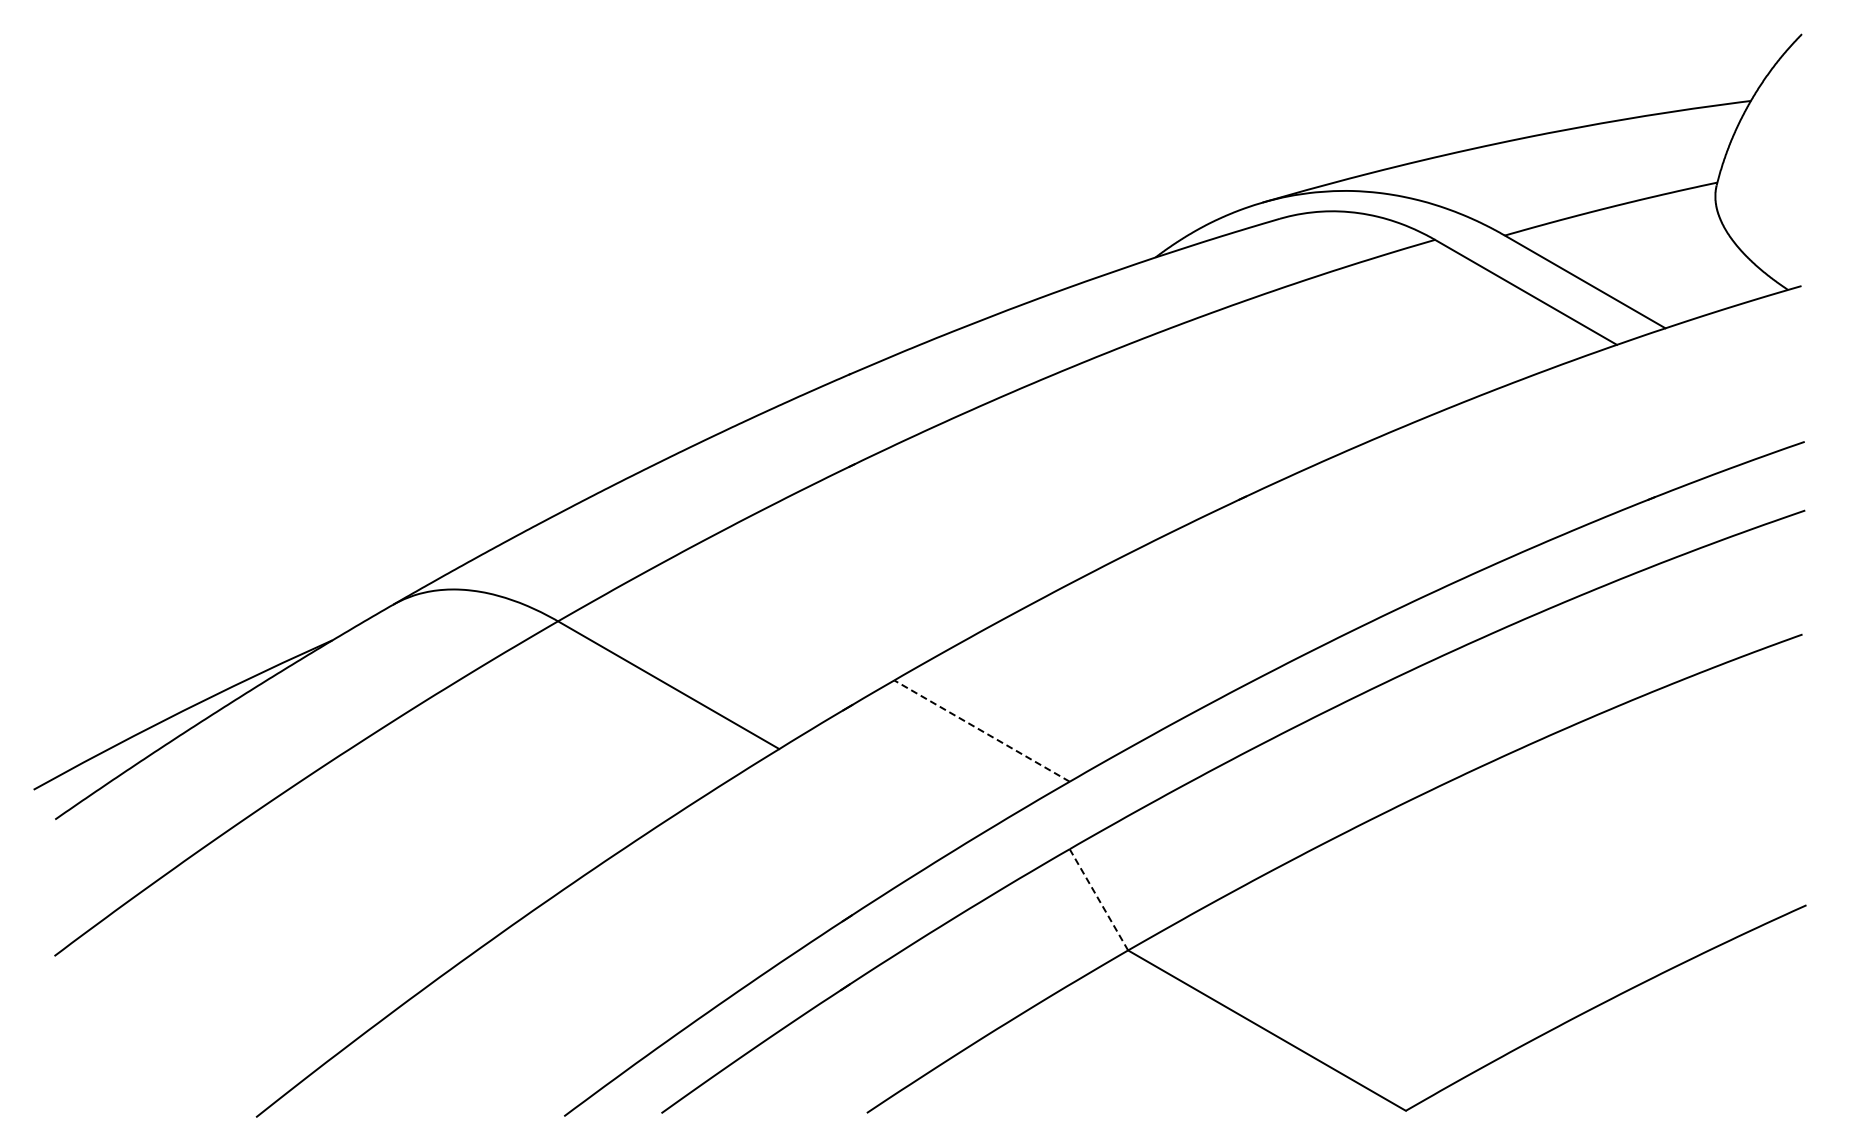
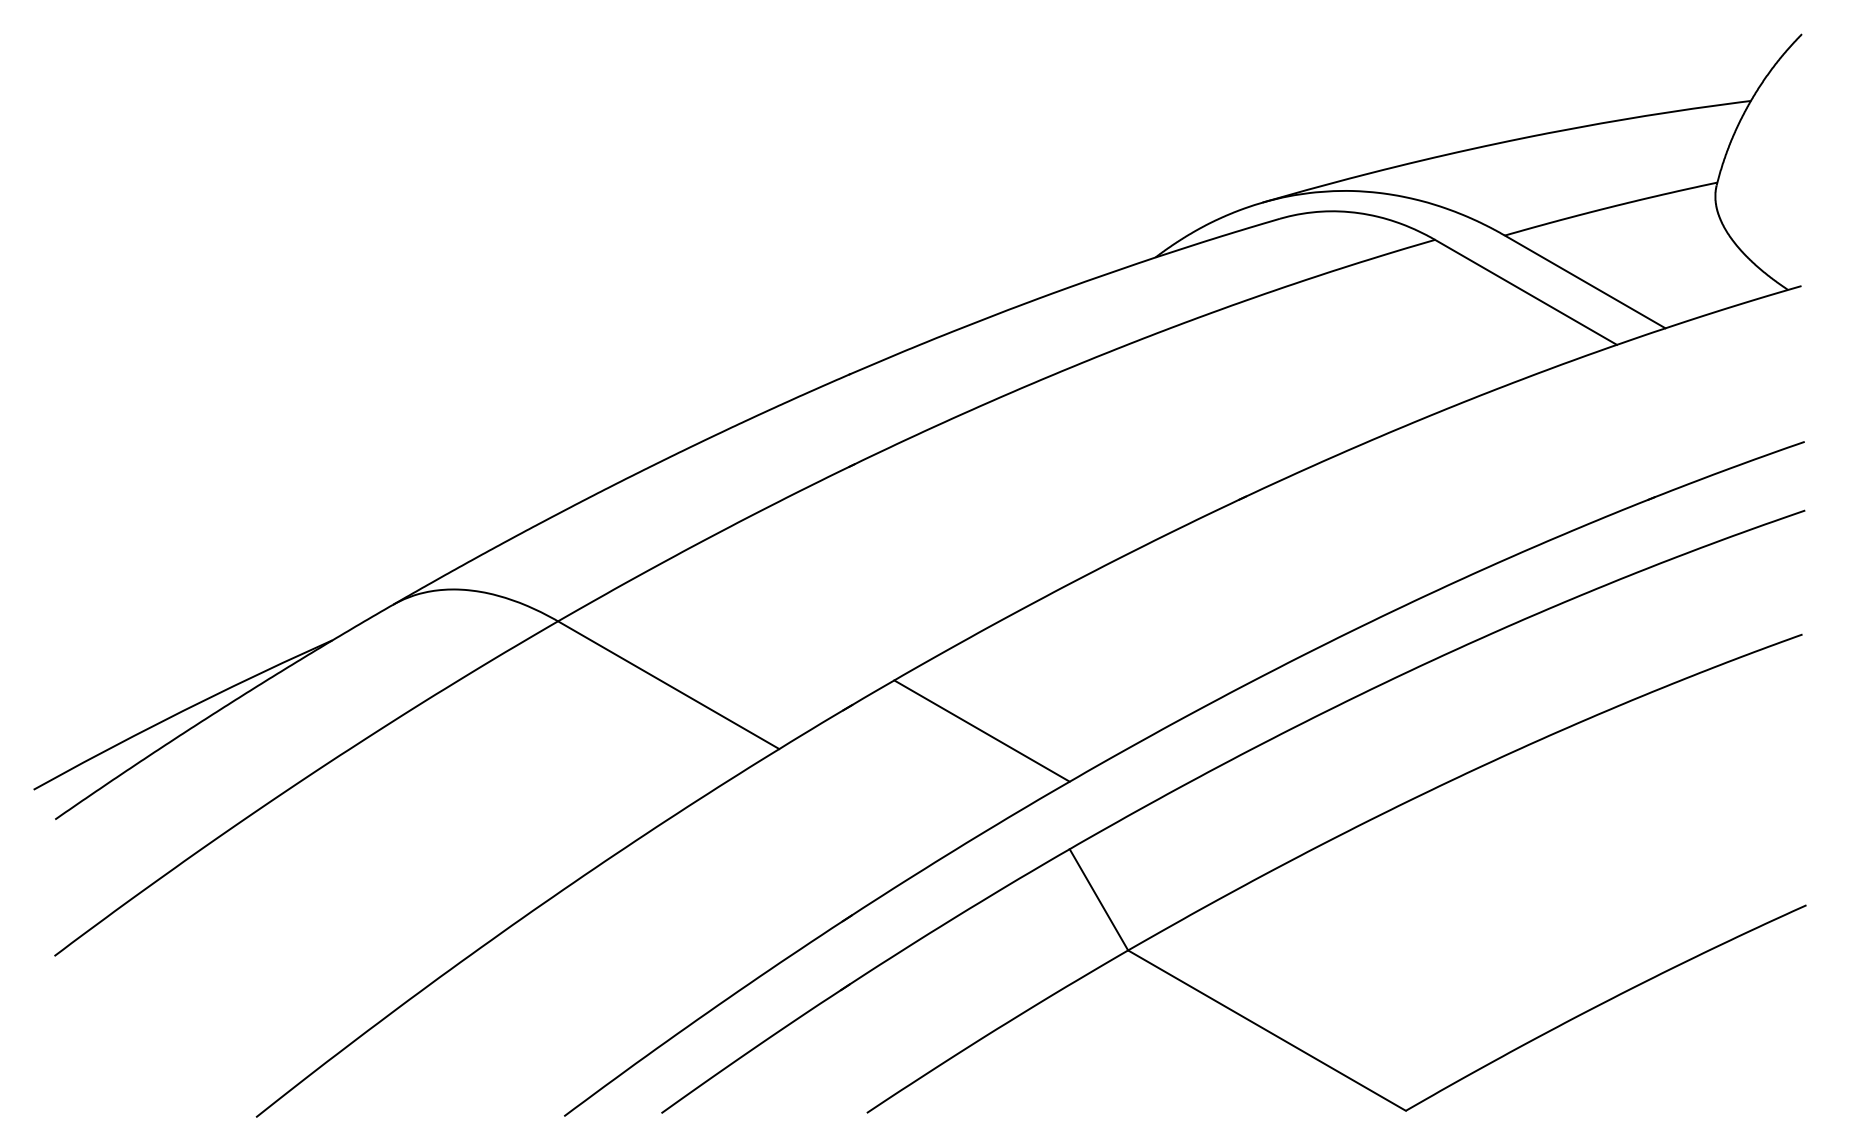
line at (981, 730): dashed -> solid
line at (1099, 900): dashed -> solid
